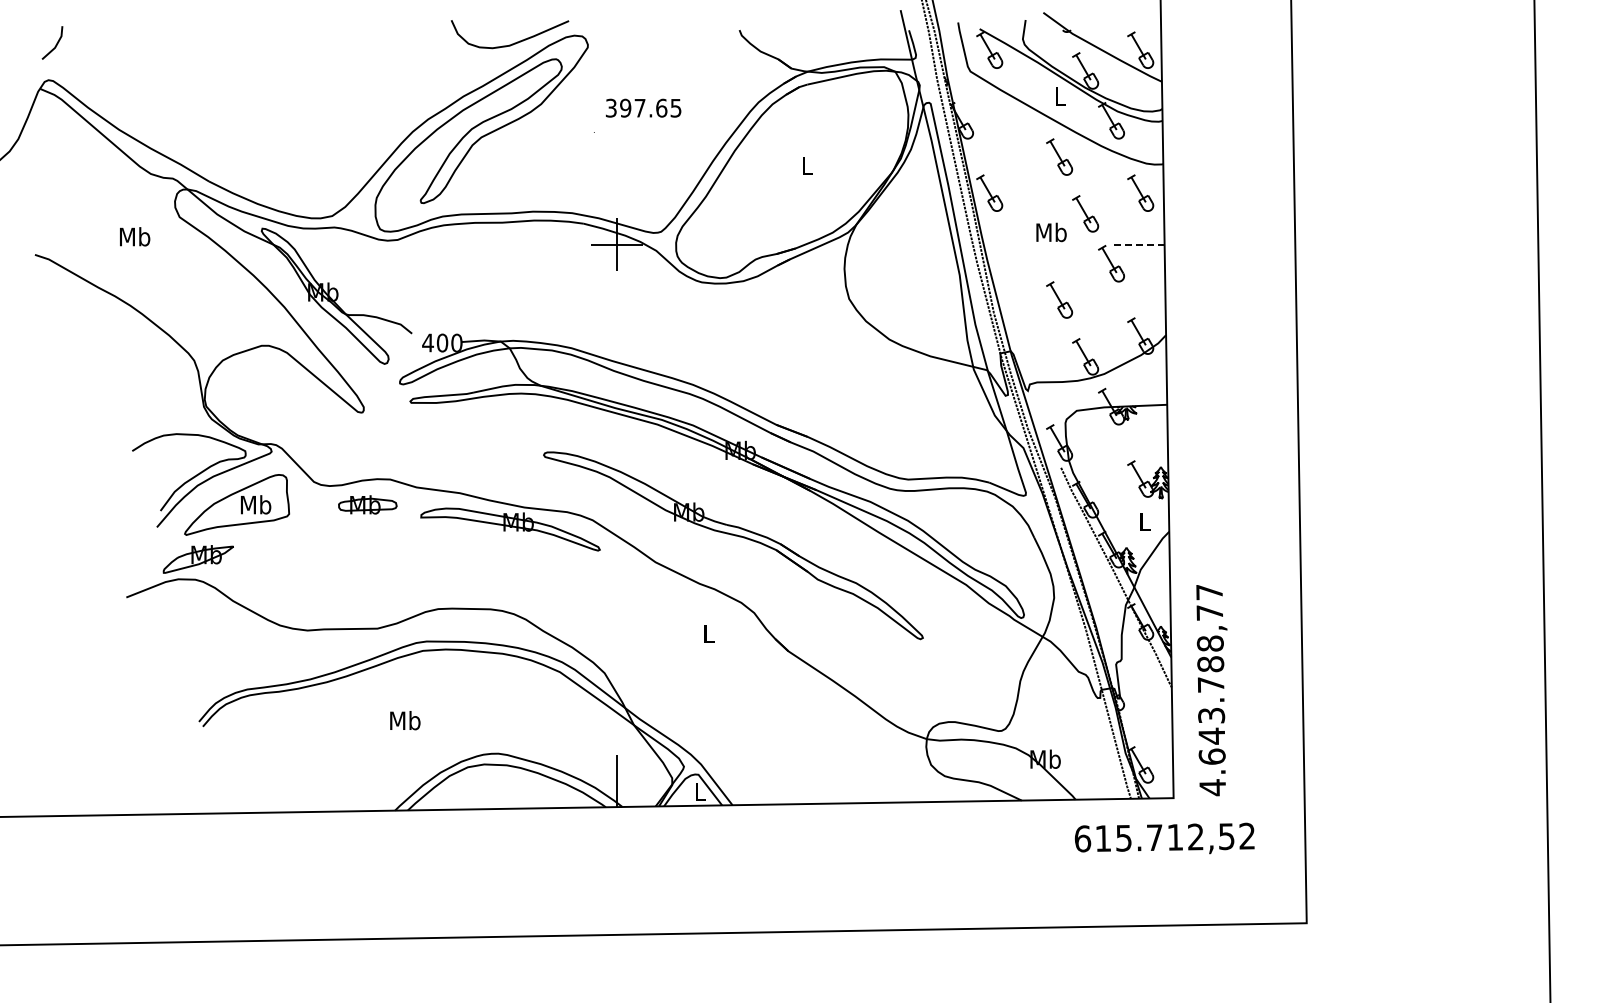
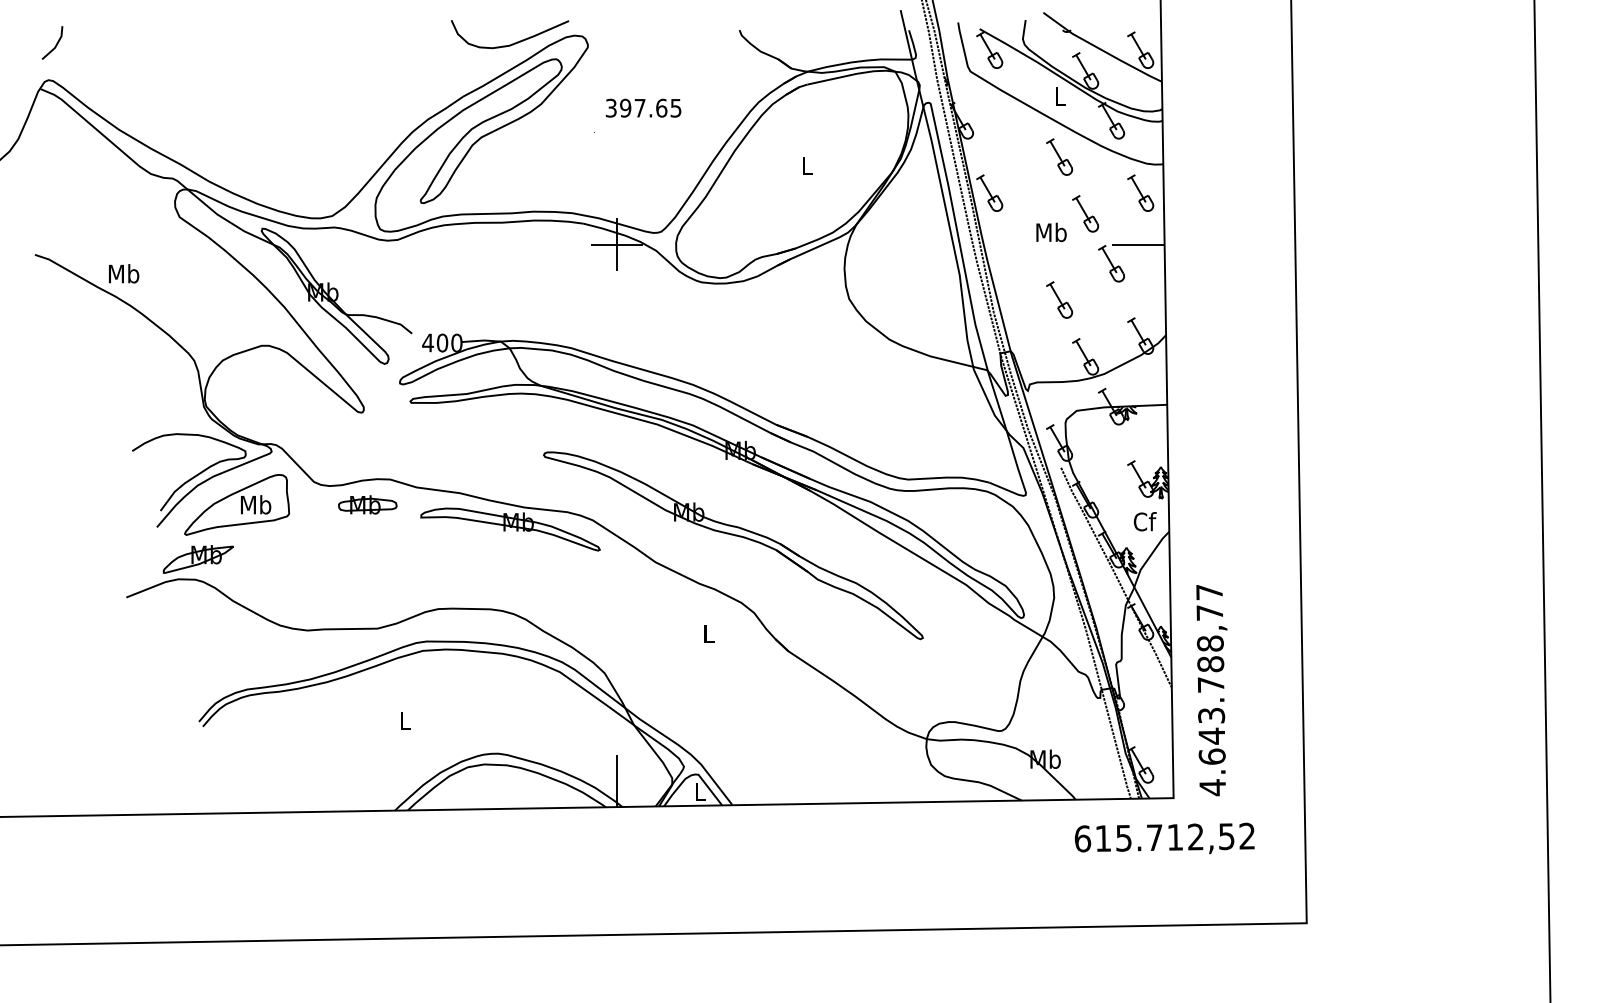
text at (135, 236) position: (135, 236) -> (124, 273)
line at (1137, 244): dashed -> solid
text at (1144, 521): L -> Cf
text at (405, 720): Mb -> L
